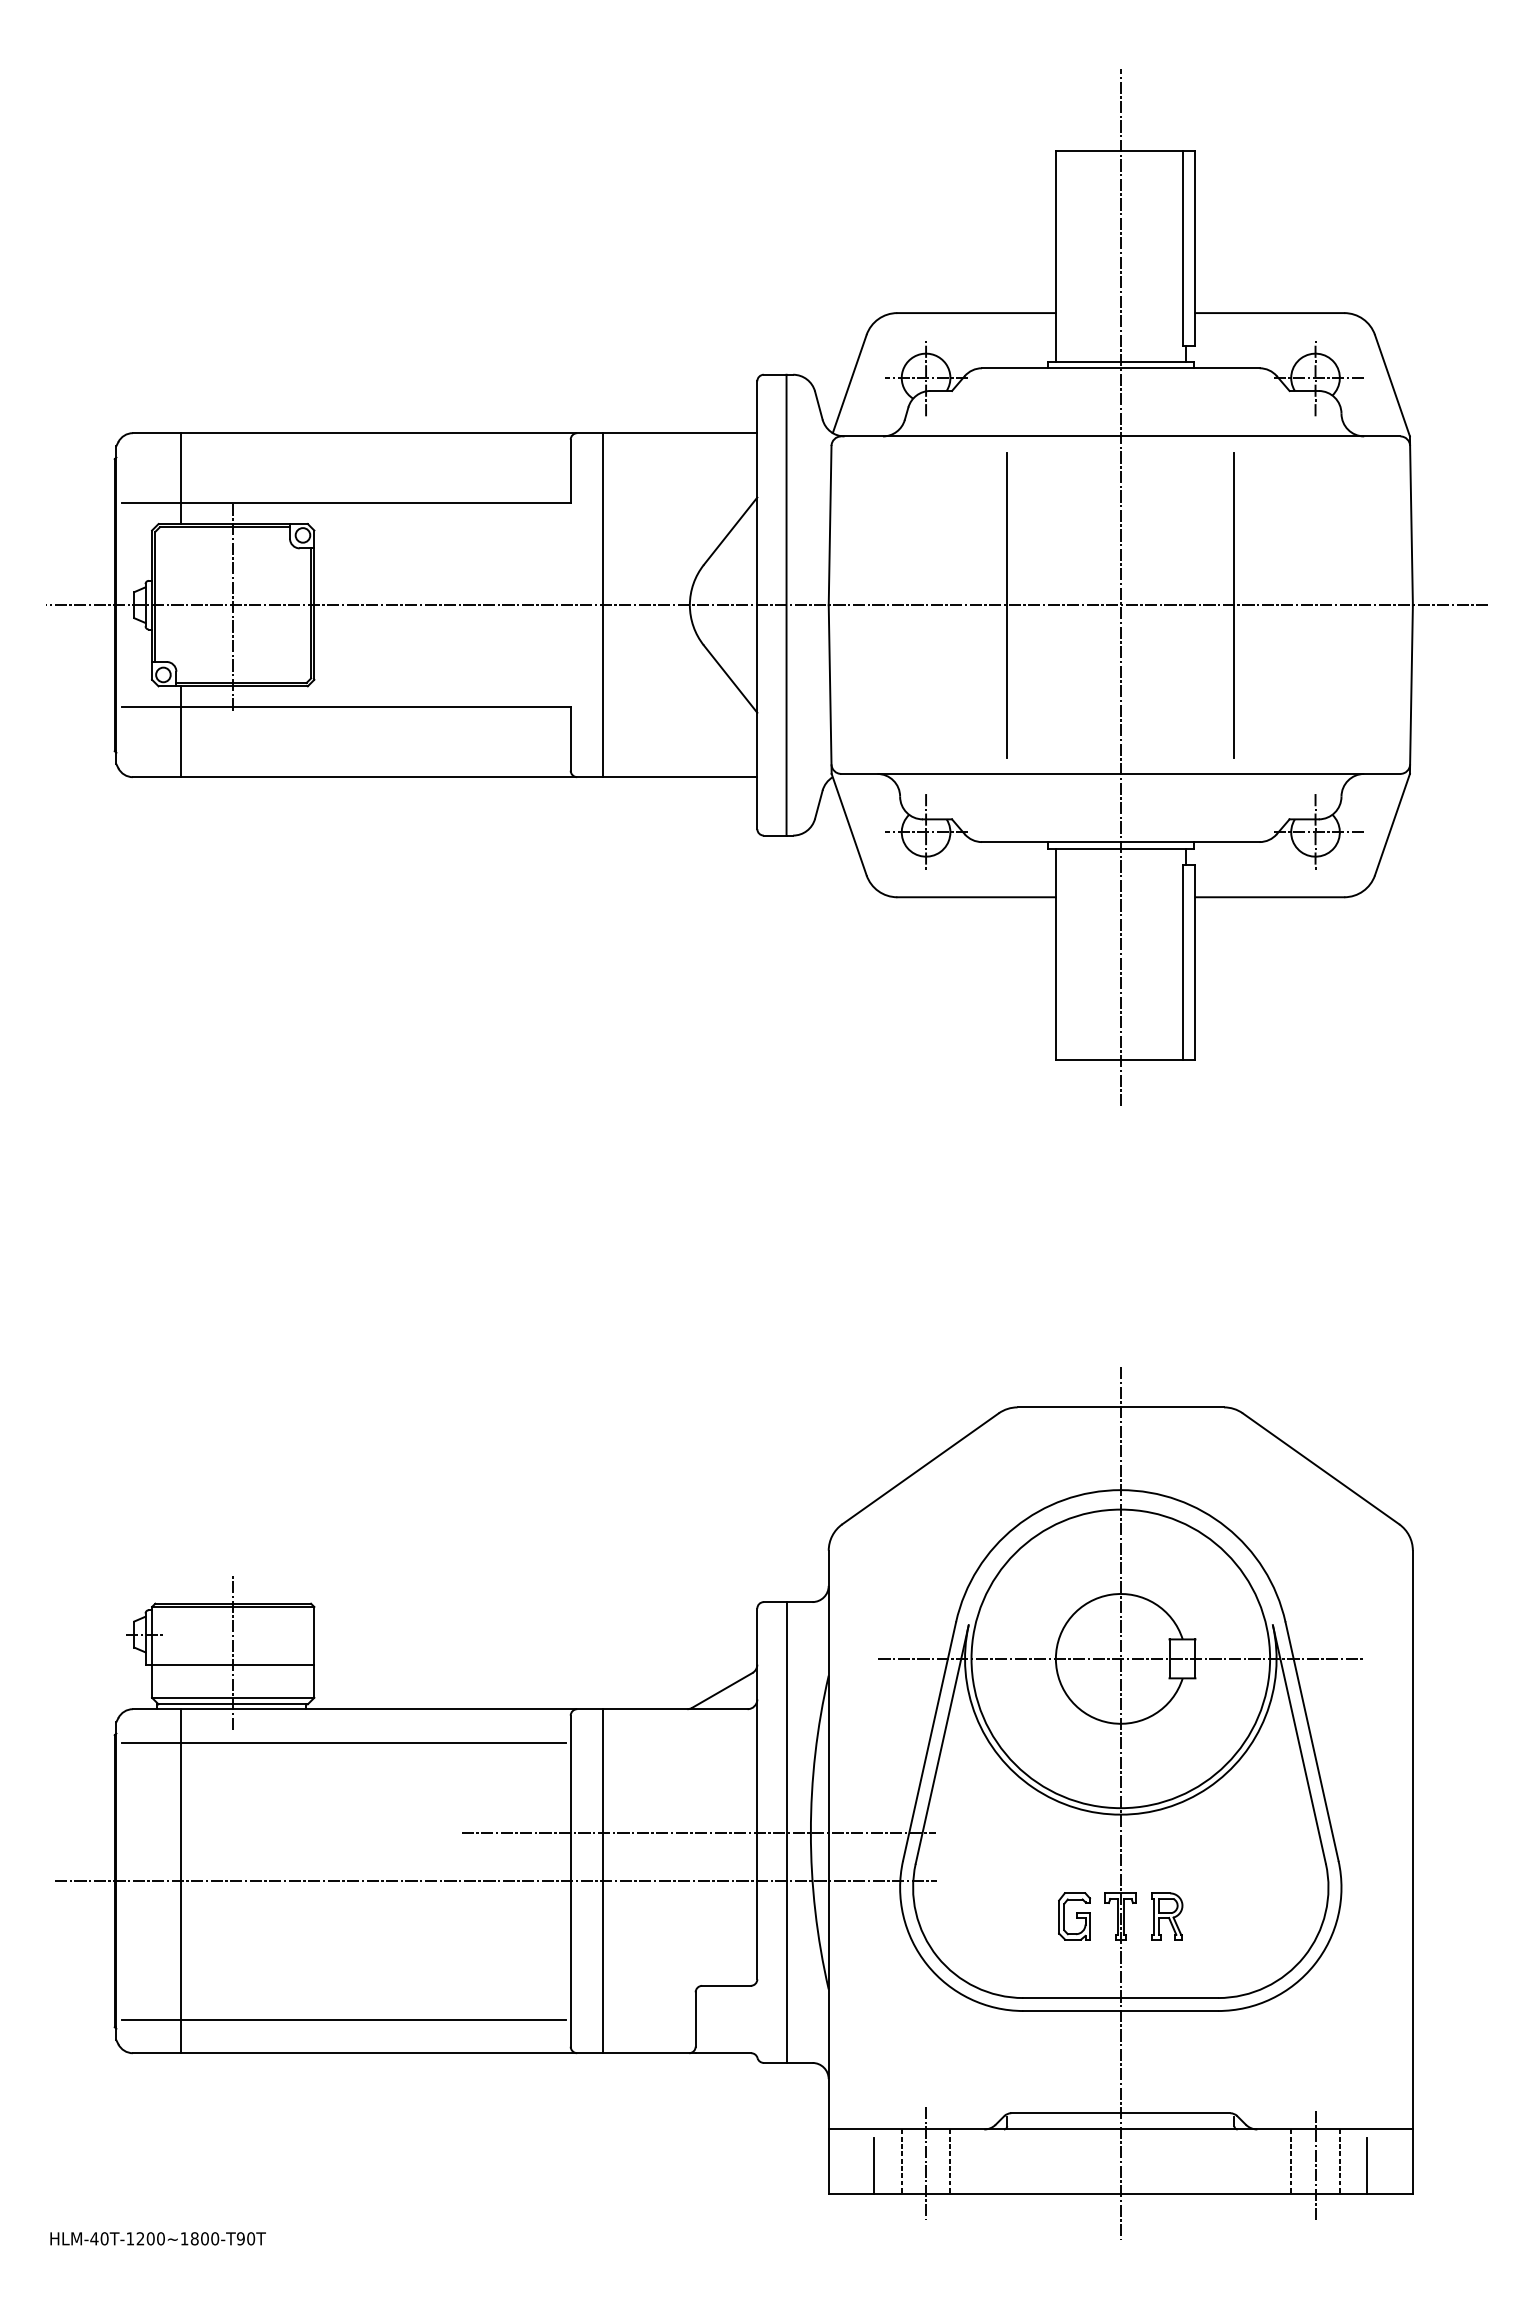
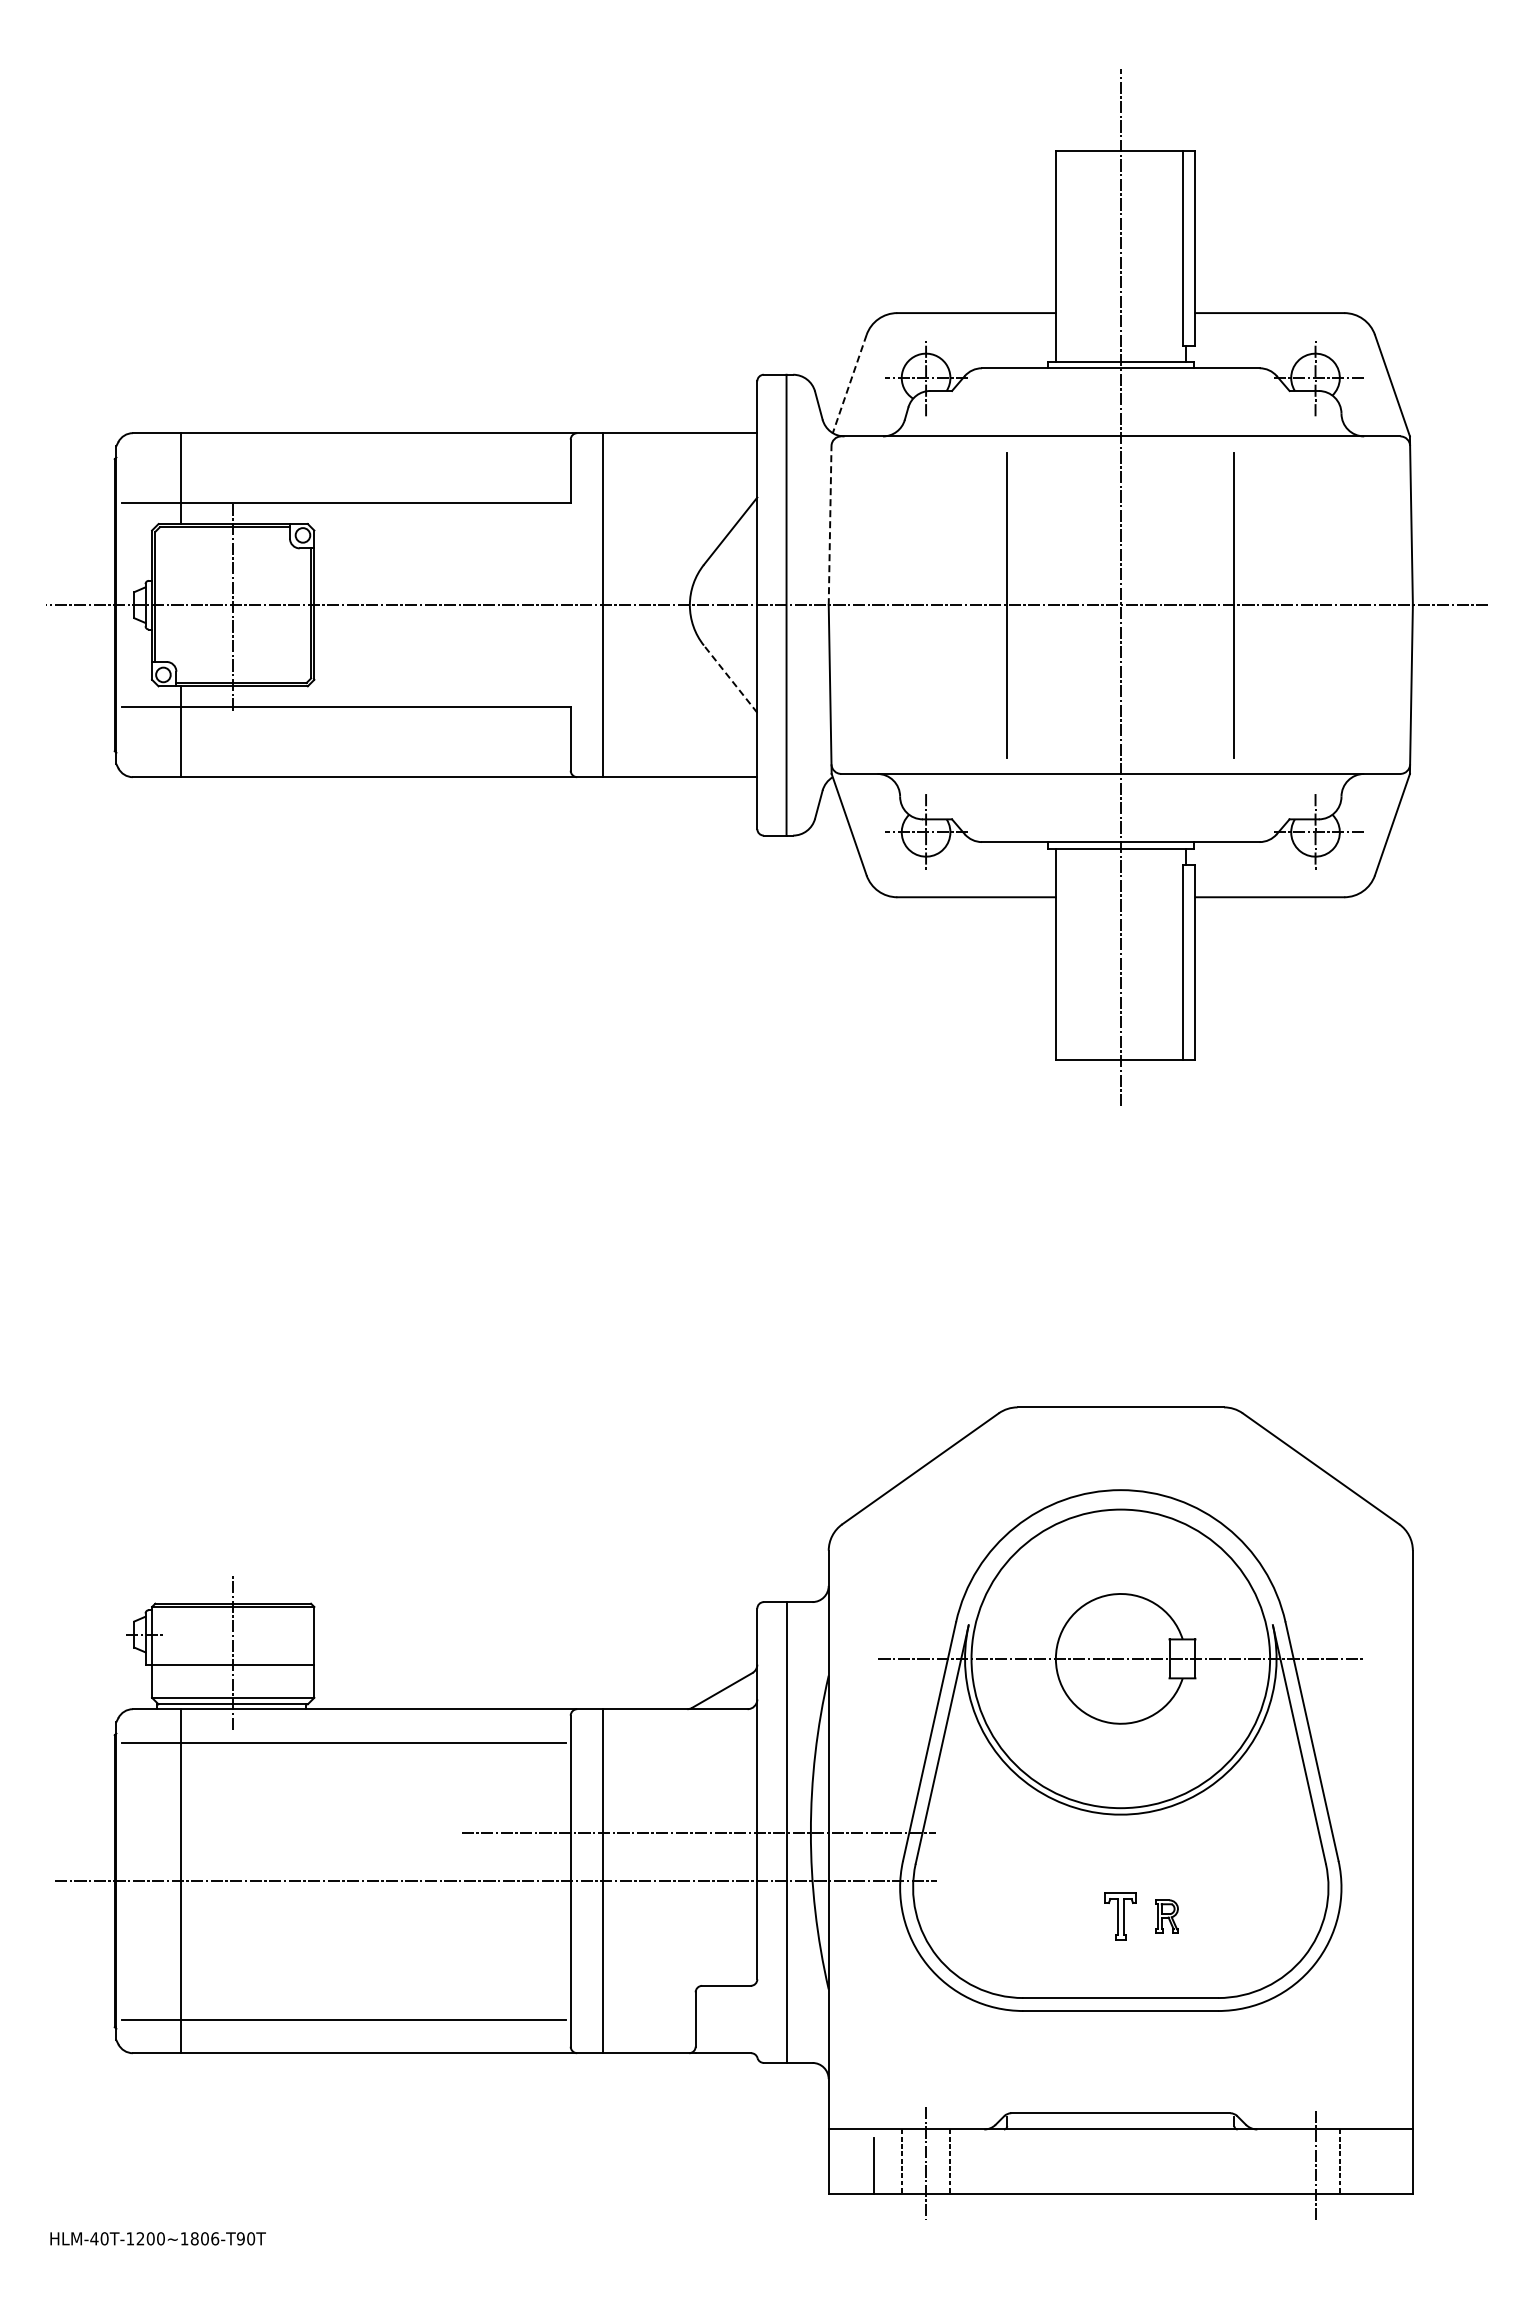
line at (849, 384): solid -> dashed
line at (830, 525): solid -> dashed
line at (730, 679): solid -> dashed
line at (1120, 1803): present -> none
part at (1074, 1916): present -> none
part at (1167, 1916) size: 33x49 px -> 24x35 px
line at (1291, 2161): present -> none
line at (1367, 2166): present -> none
text at (215, 2238): HLM-40T-1200~1800-T90T -> HLM-40T-1200~1806-T90T
